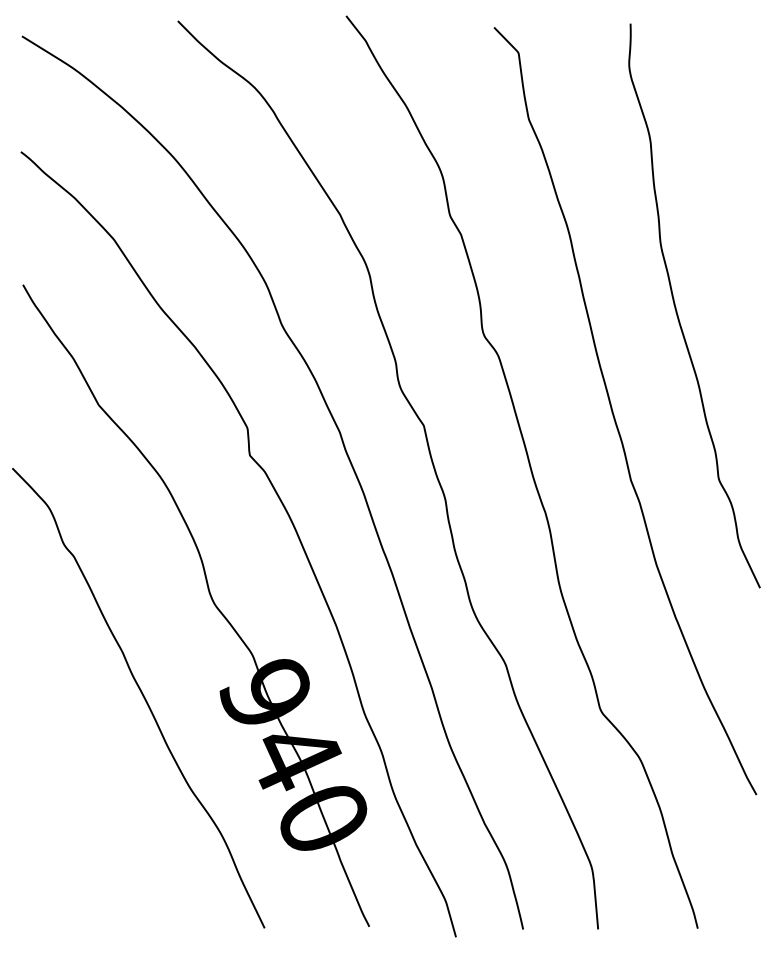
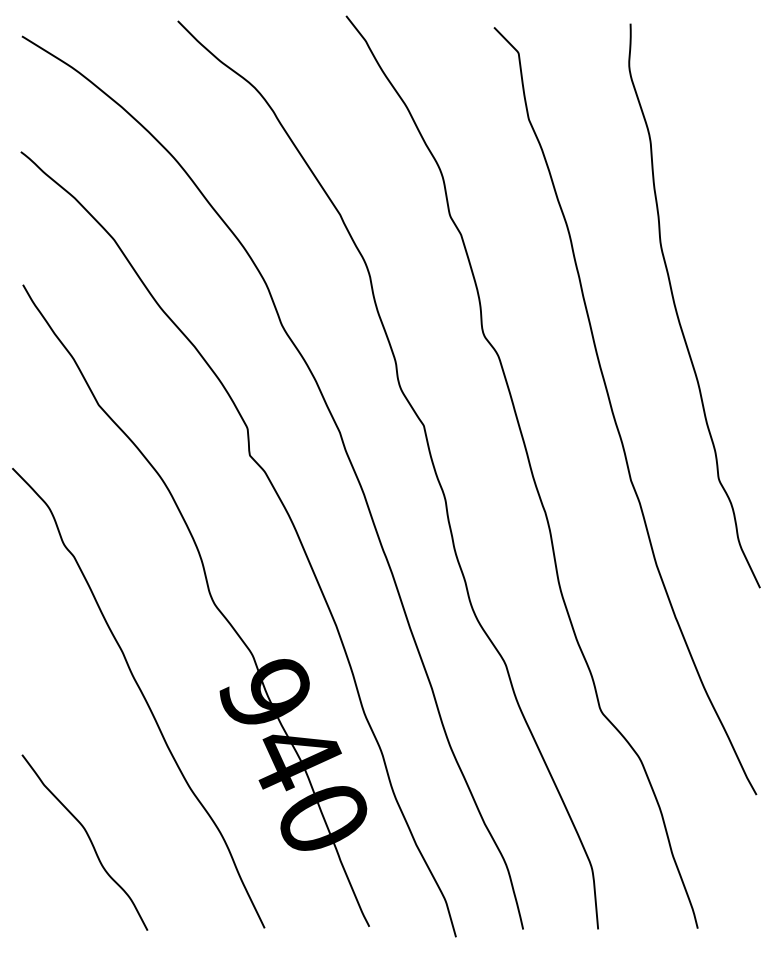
curve at (89, 840): none -> present
